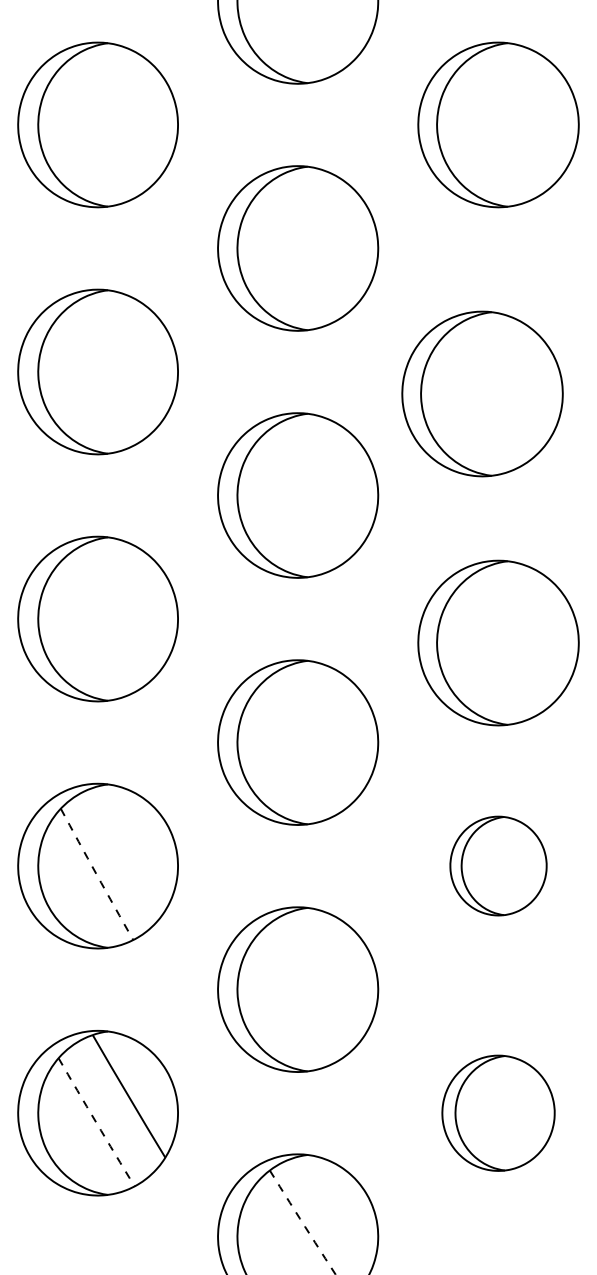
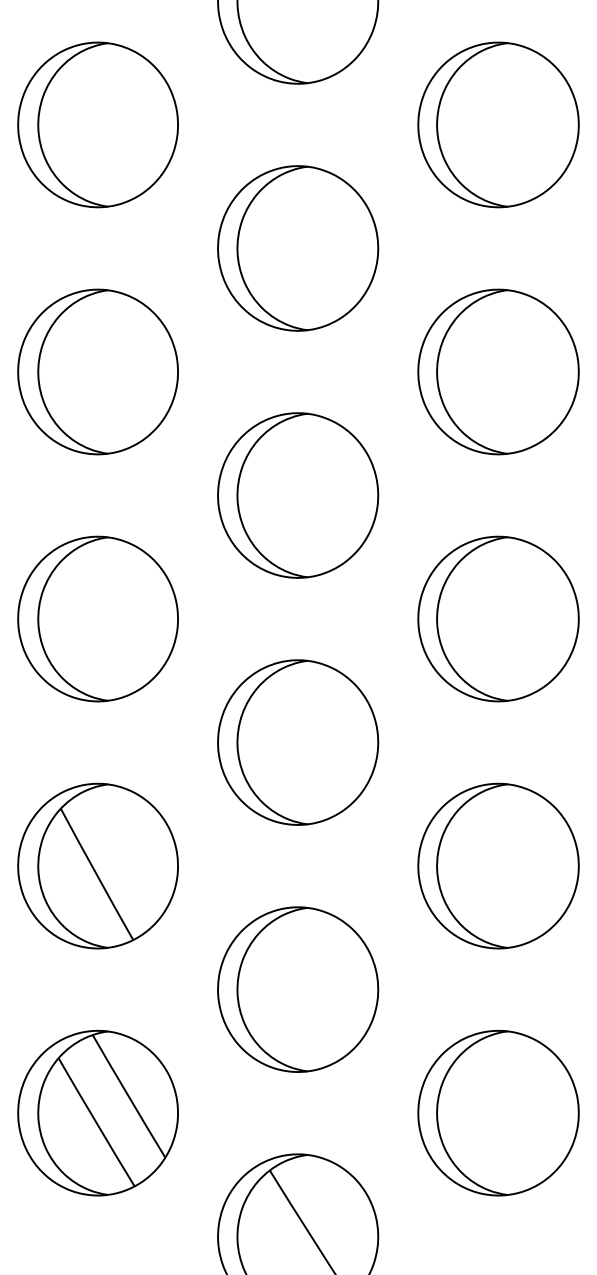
part at (482, 393) position: (482, 393) -> (498, 371)
part at (498, 642) position: (498, 642) -> (498, 618)
part at (498, 865) size: 99x102 px -> 163x168 px
arc at (96, 874): dashed -> solid
part at (498, 1112) size: 115x118 px -> 163x167 px
arc at (96, 1122): dashed -> solid
arc at (302, 1222): dashed -> solid
